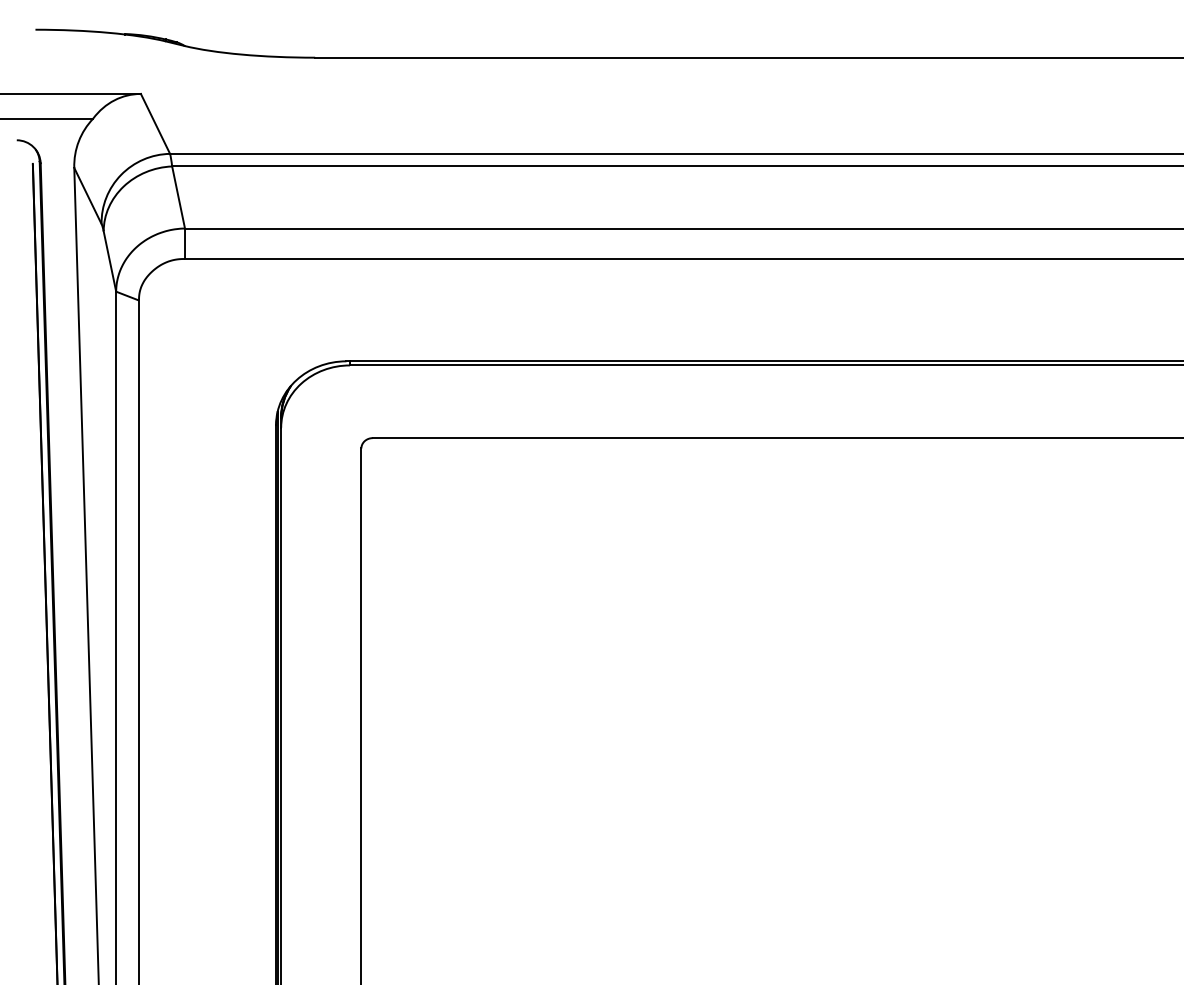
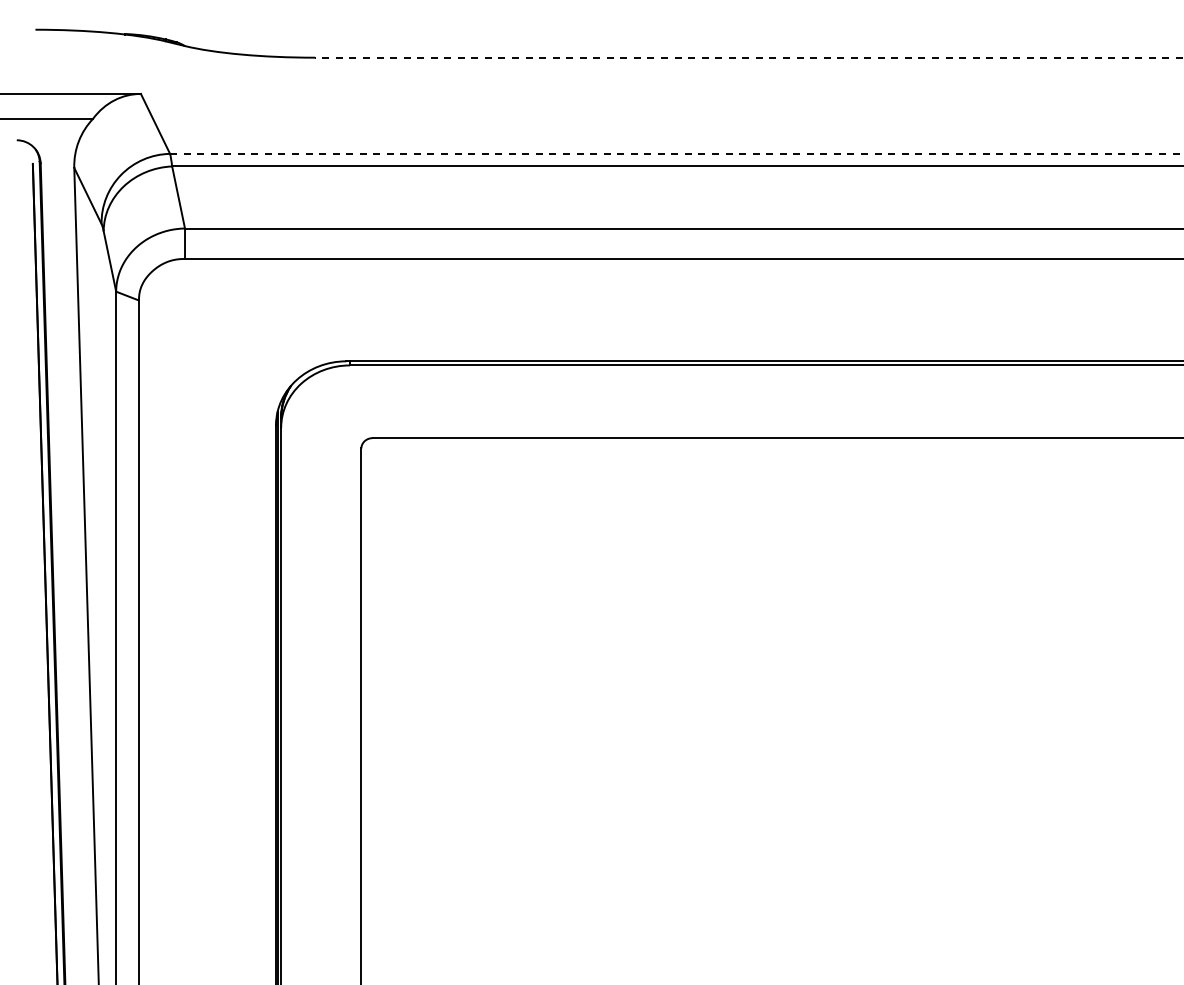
line at (748, 57): solid -> dashed
line at (676, 153): solid -> dashed
